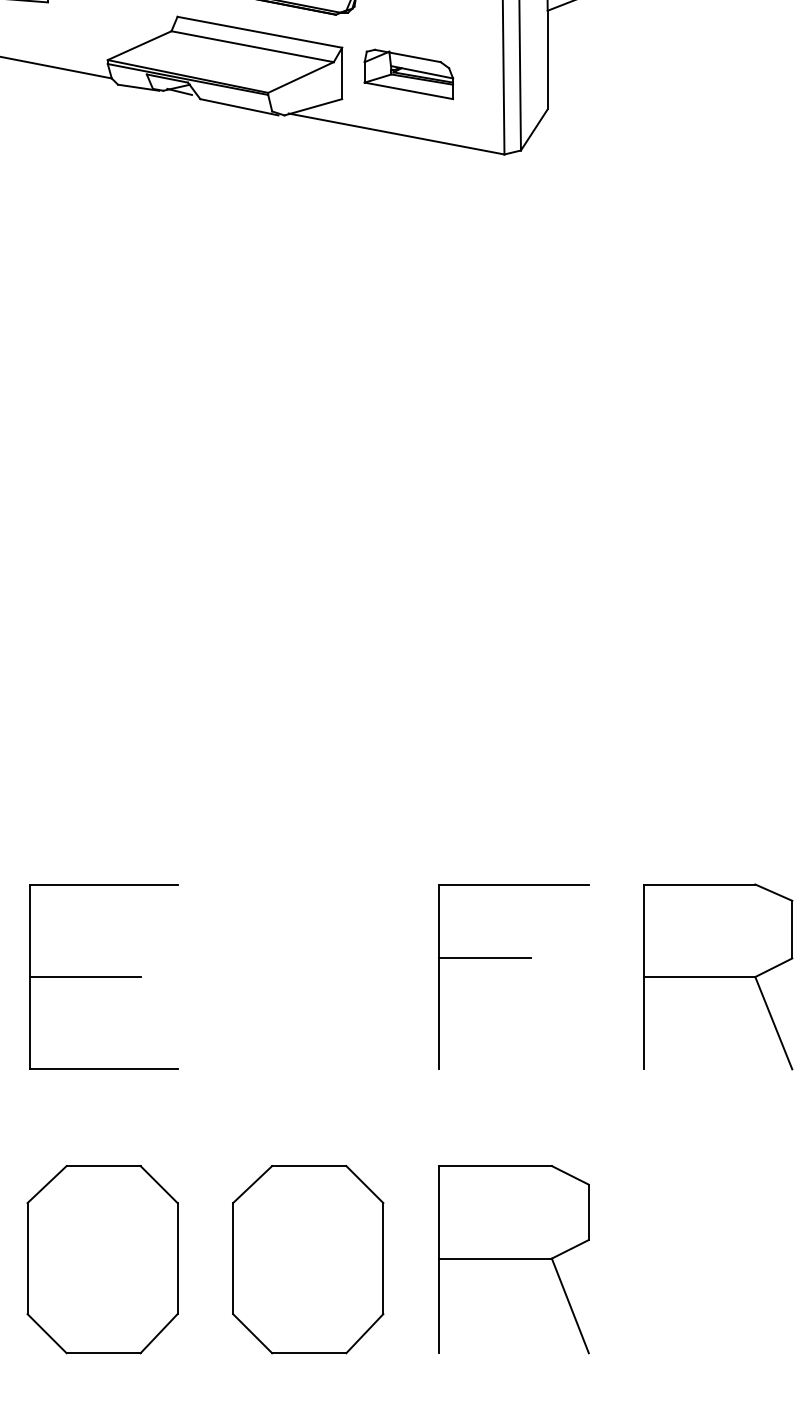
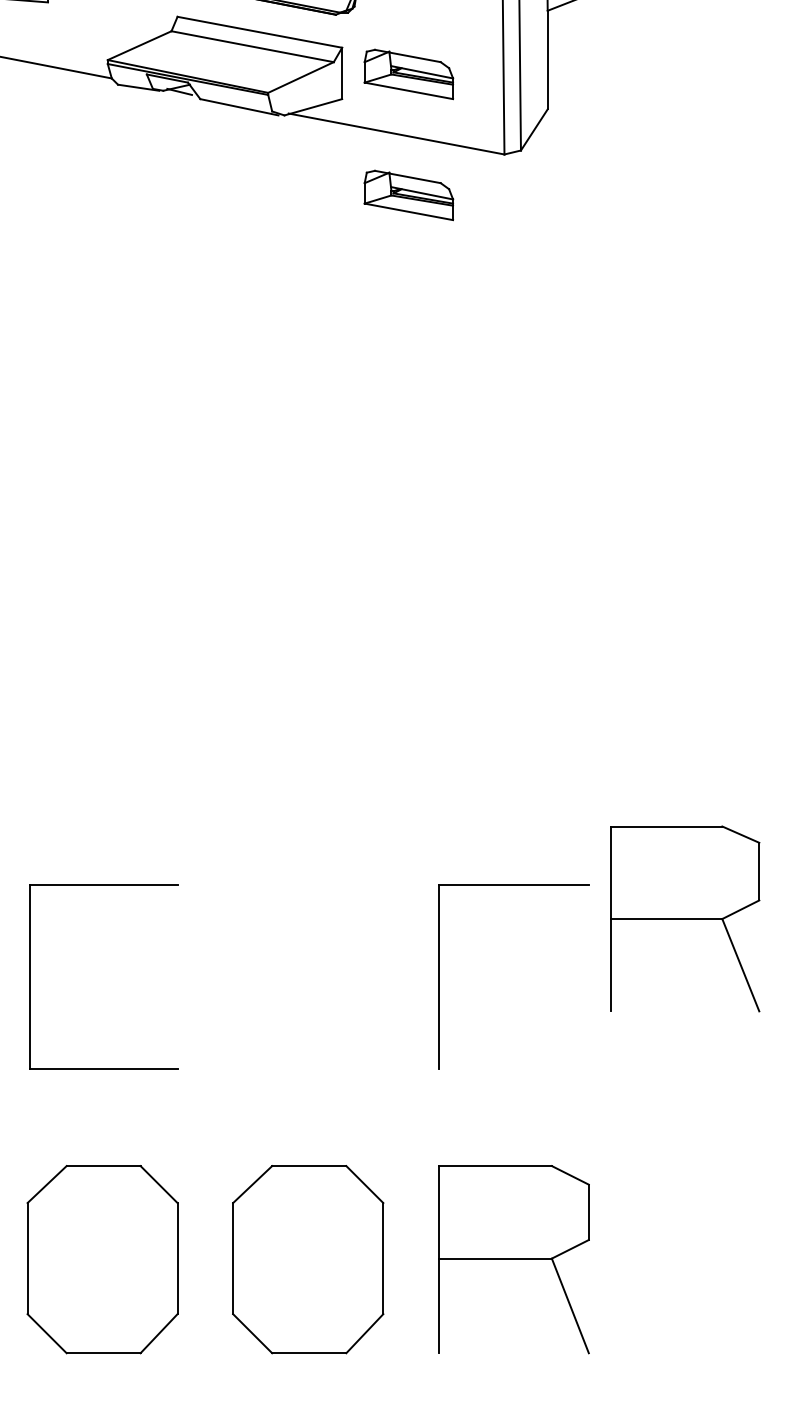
part at (408, 195): none -> present
line at (484, 958): present -> none
part at (718, 976) position: (718, 976) -> (685, 918)
line at (84, 977): present -> none
